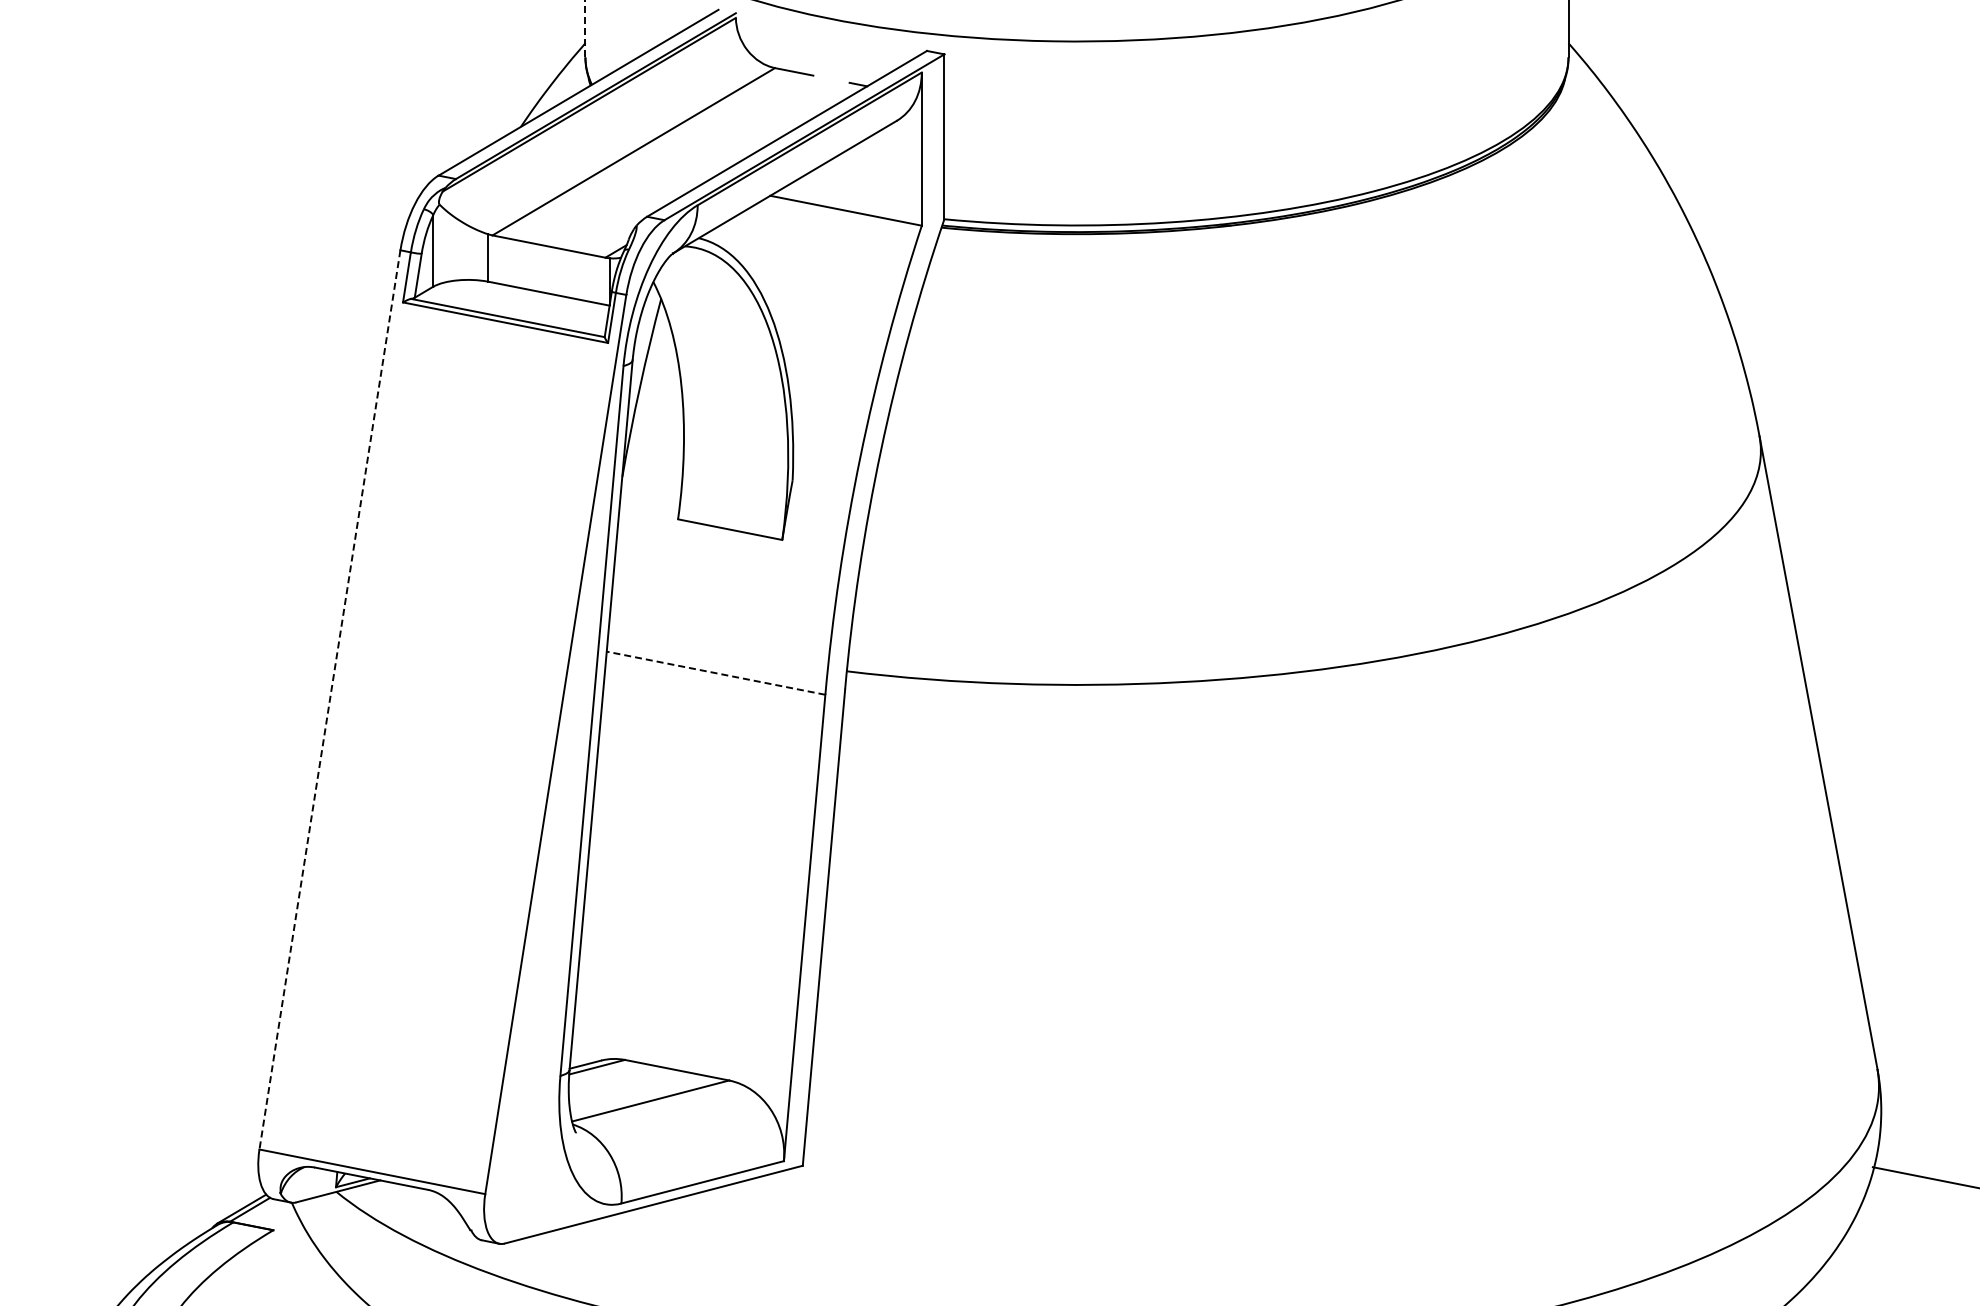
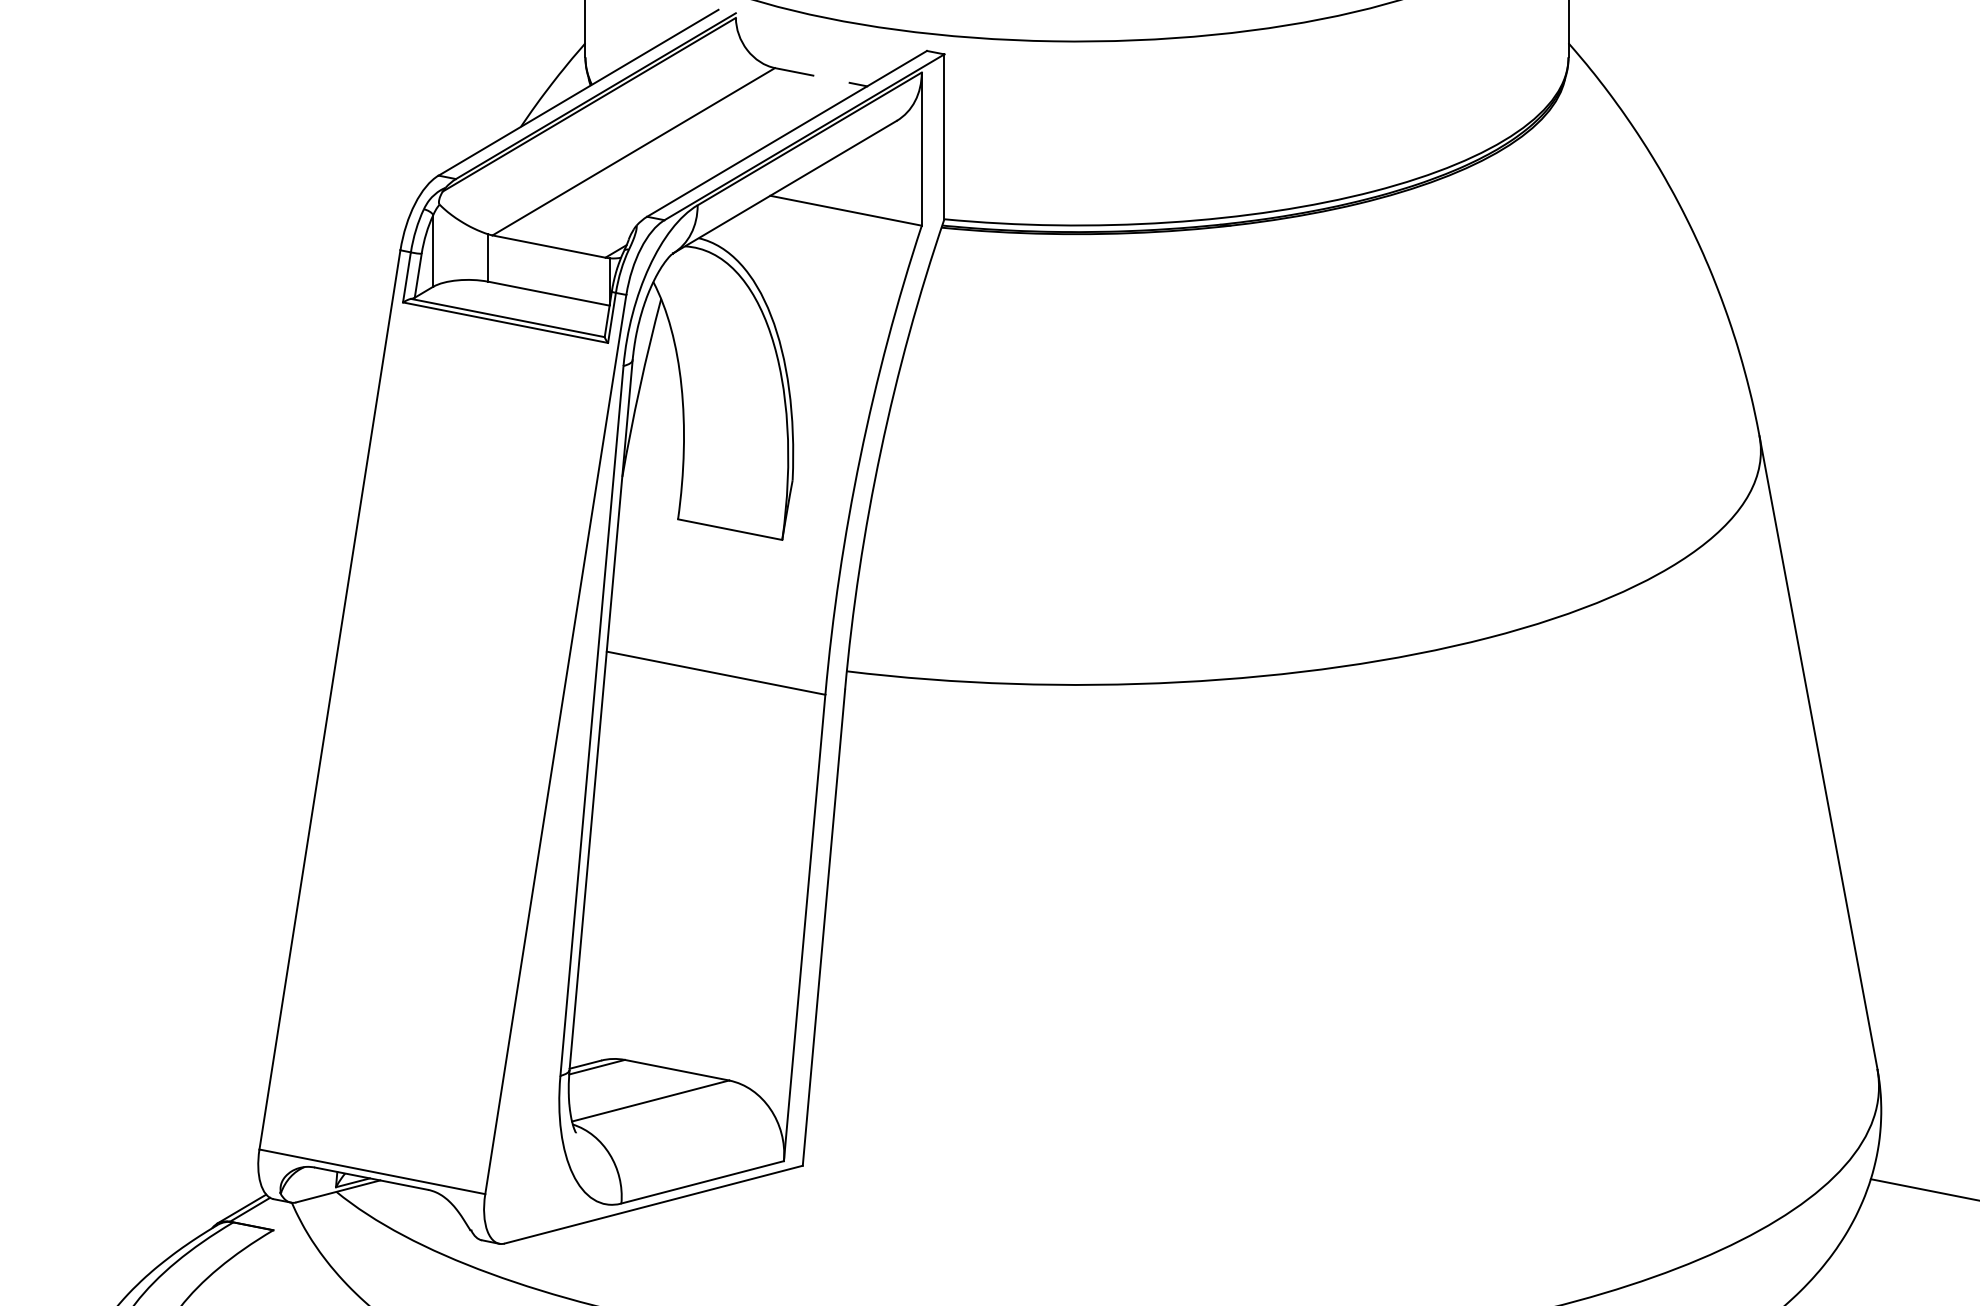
line at (585, 28): dashed -> solid
line at (715, 673): dashed -> solid
line at (329, 700): dashed -> solid
line at (1924, 1177) position: (1924, 1177) -> (1923, 1189)
